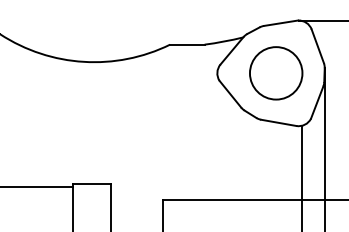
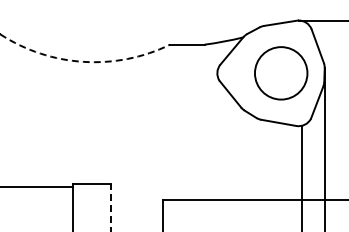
arc at (83, 61): solid -> dashed
circle at (276, 73) position: (276, 73) -> (281, 73)
line at (110, 207): solid -> dashed
